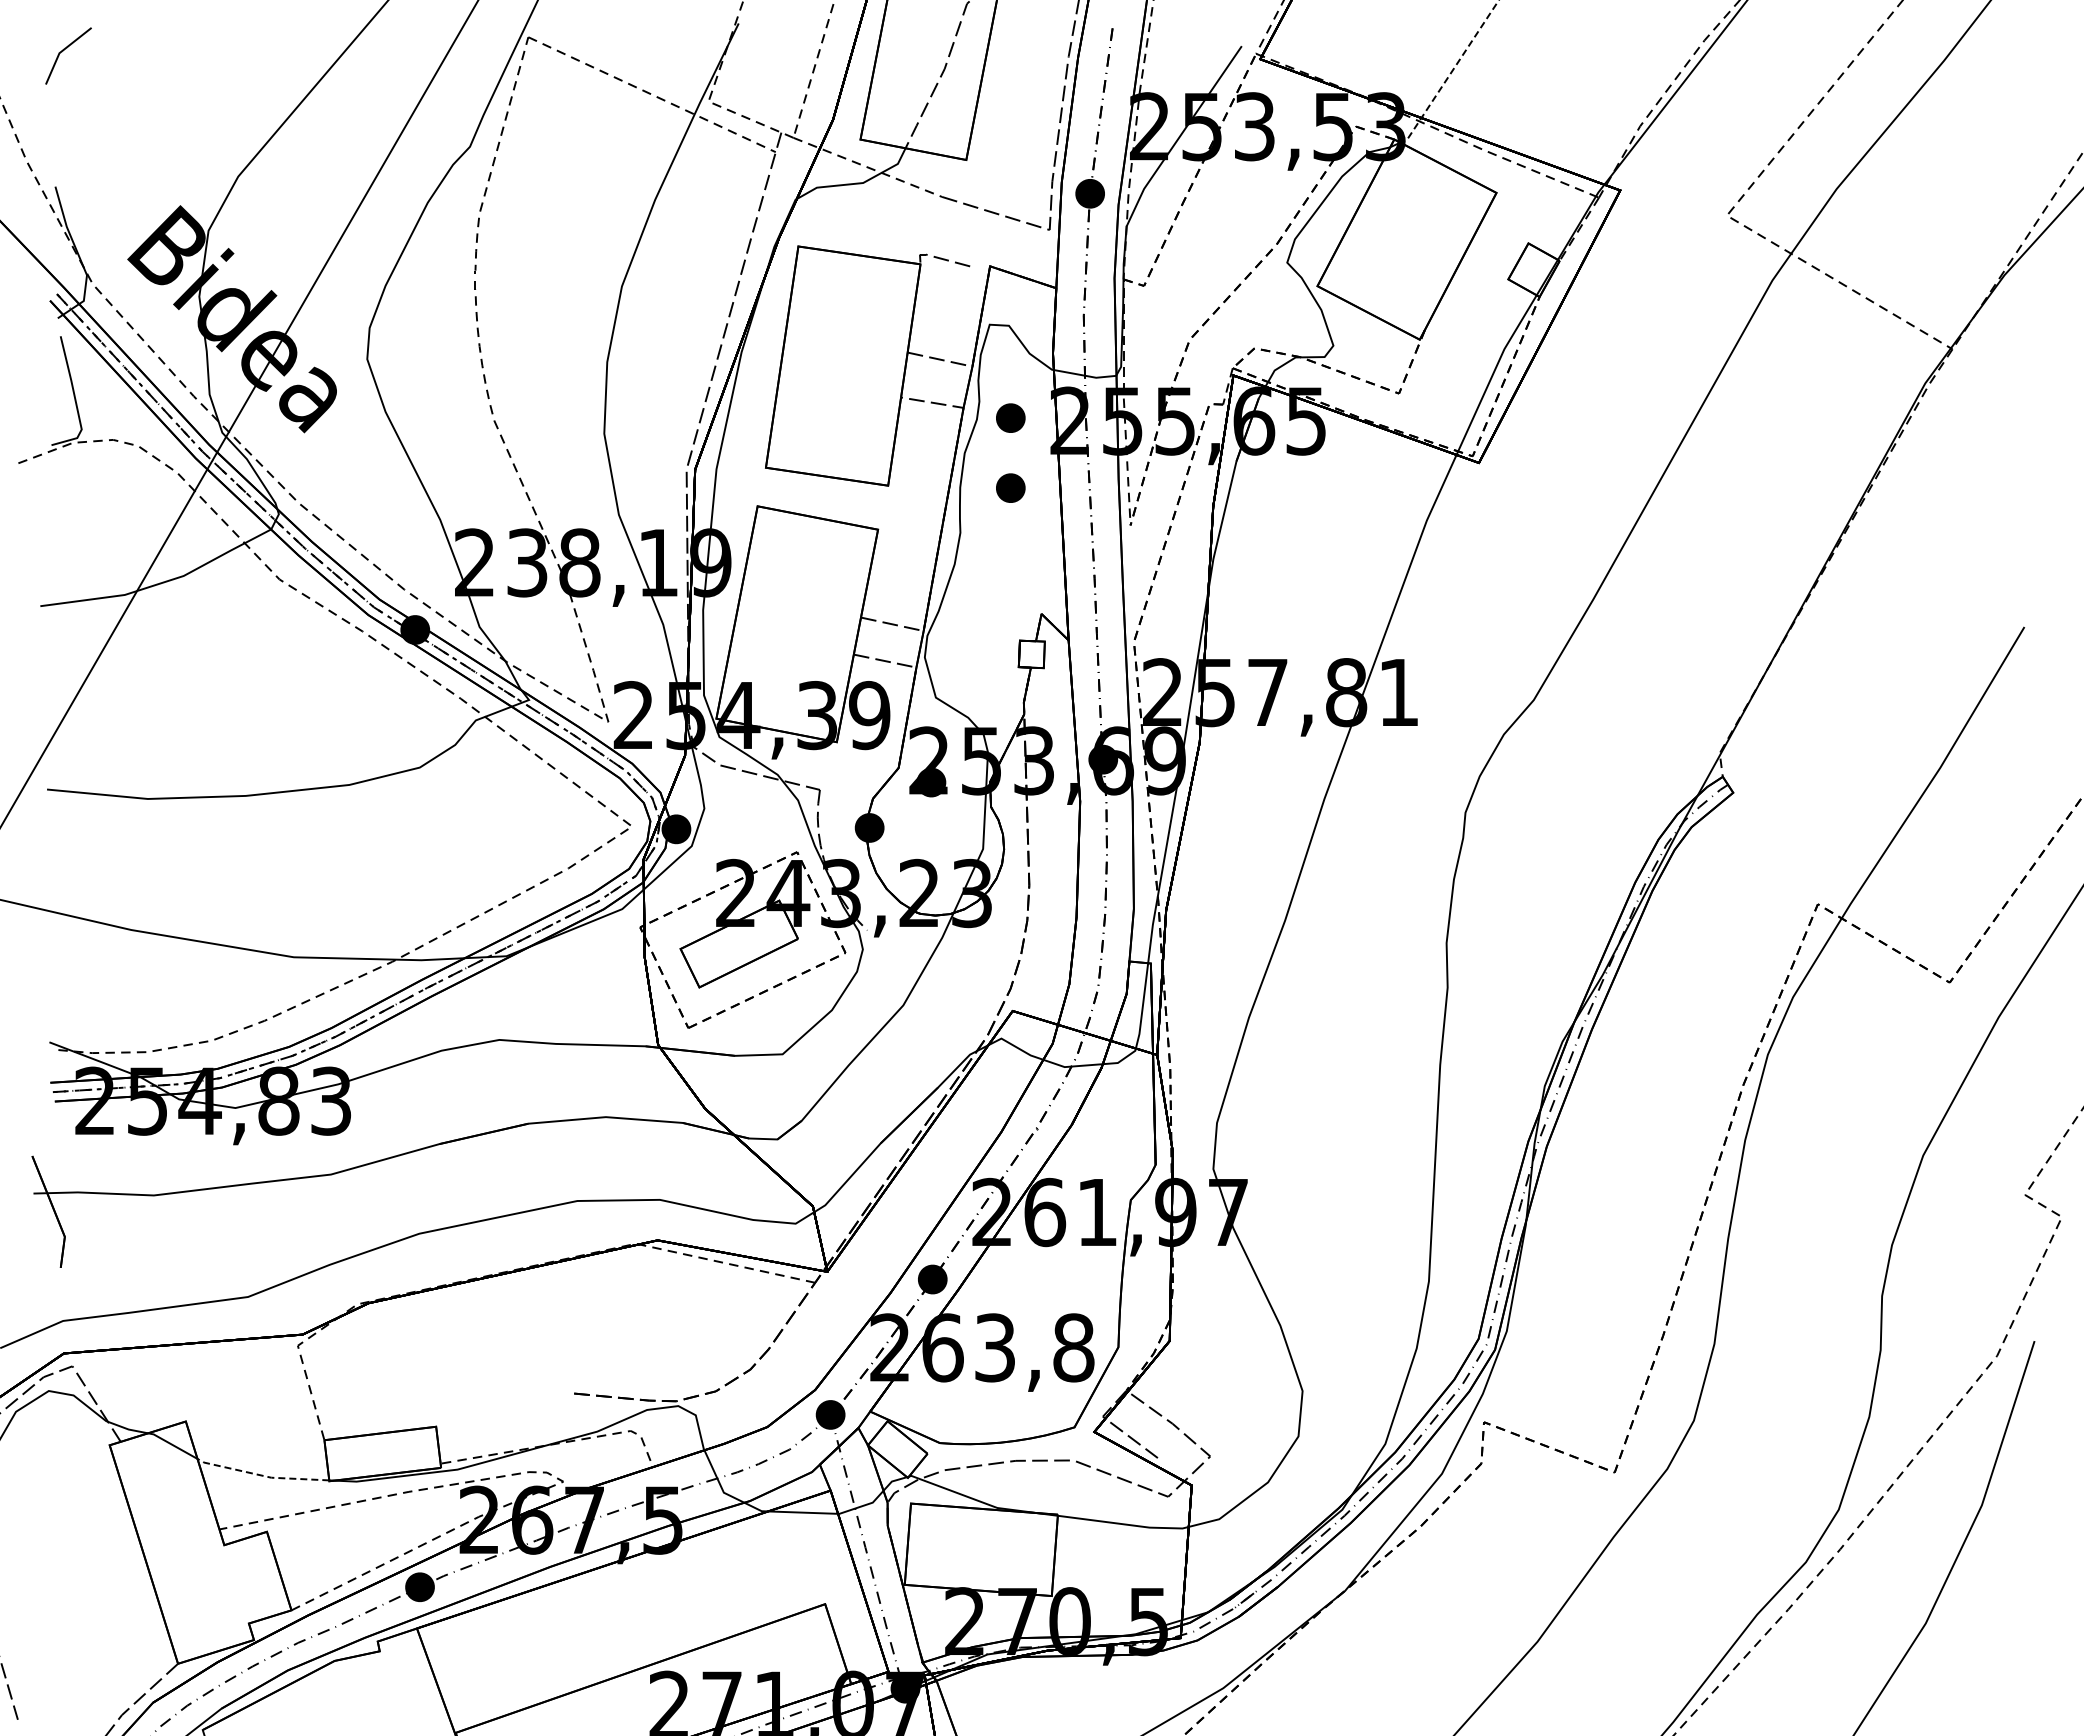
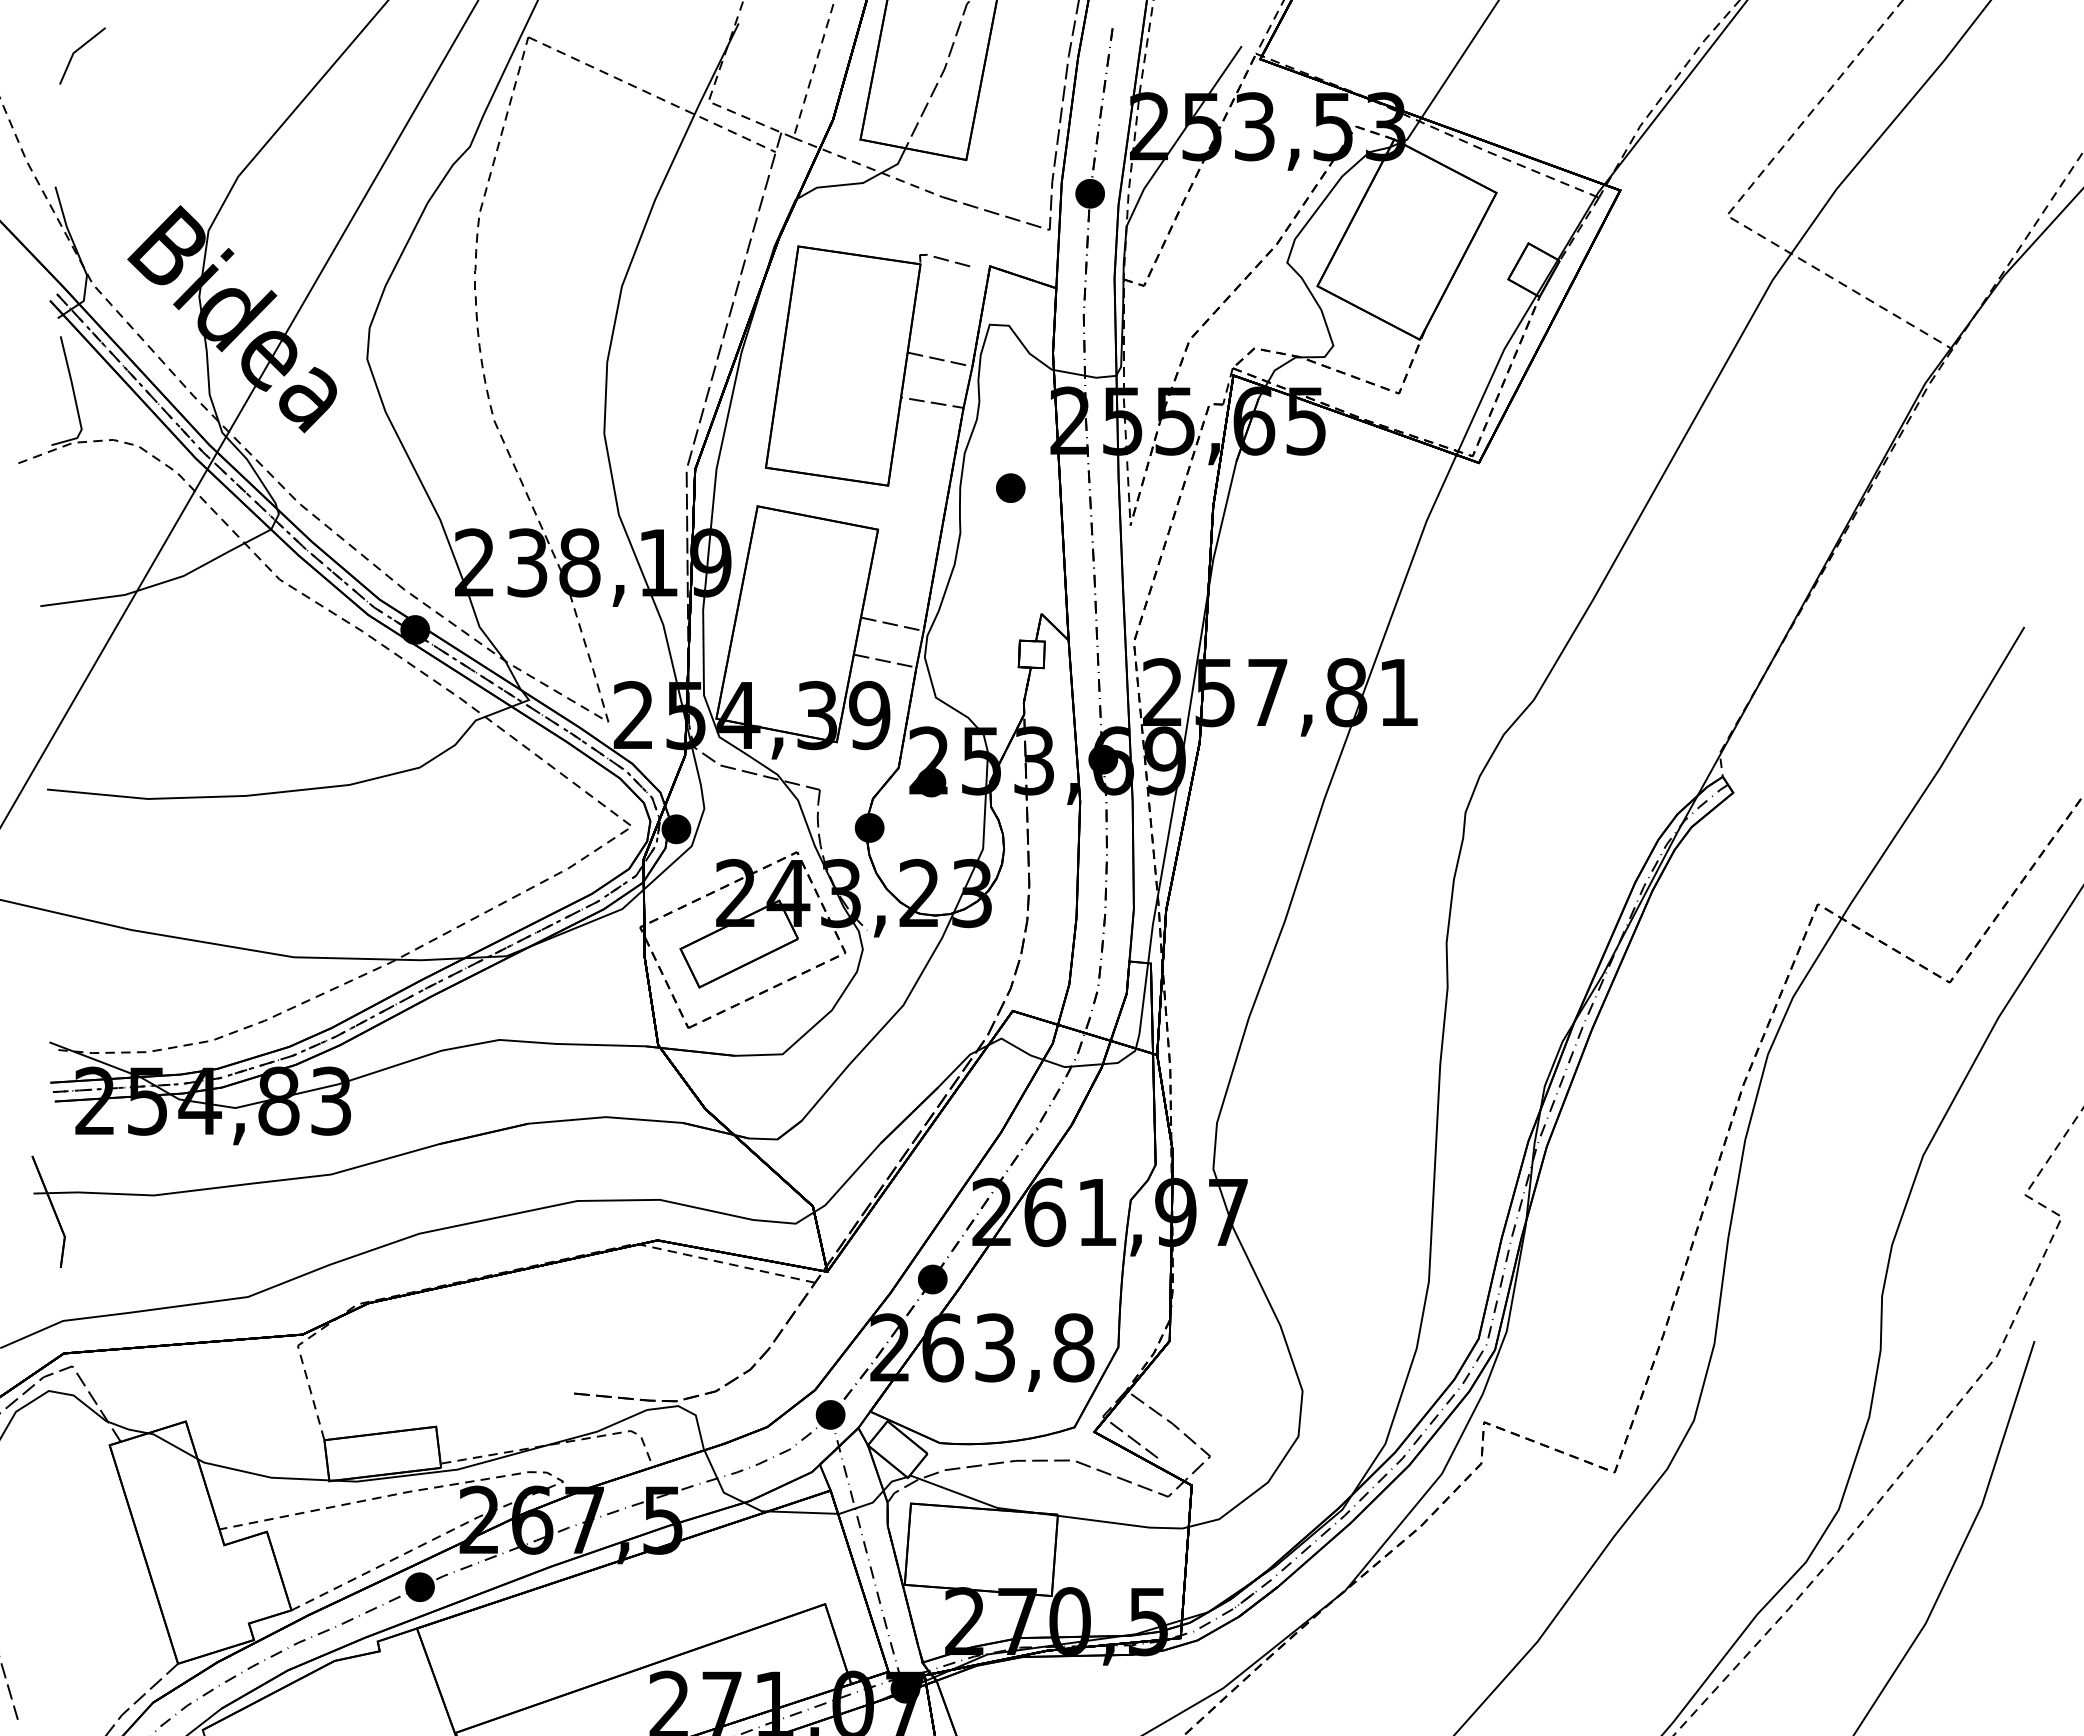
line at (64, 50) position: (64, 50) -> (78, 50)
line at (1450, 73): dashed -> solid
part at (1010, 417): present -> none
line at (261, 1475): dashed -> solid
